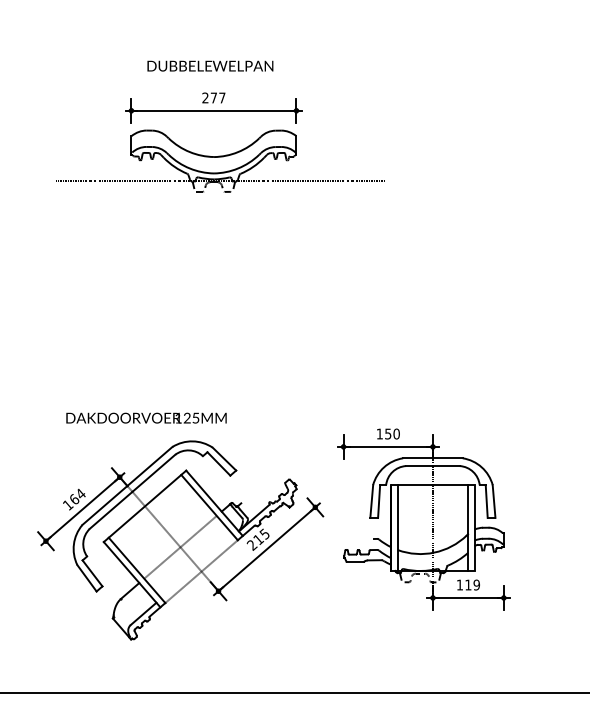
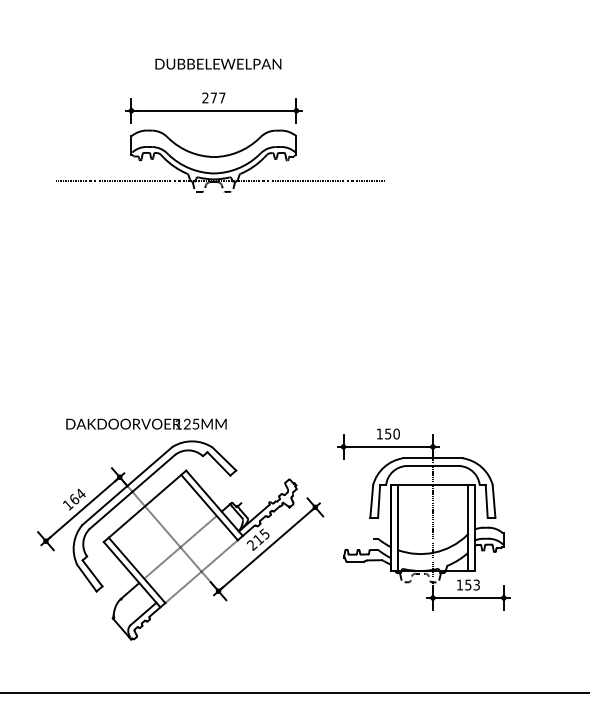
text at (210, 65) position: (210, 65) -> (218, 63)
text at (146, 417) position: (146, 417) -> (146, 423)
text at (472, 584): 119 -> 153
